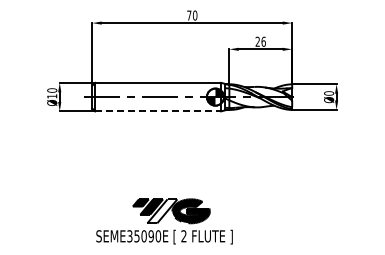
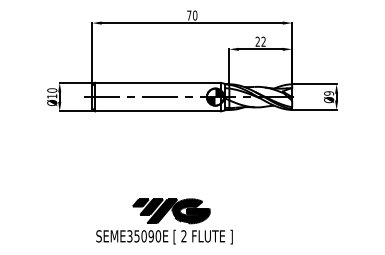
text at (263, 41): 26 -> 22
text at (329, 93): Ø0 -> Ø9
line at (158, 111): dashed -> solid
fill at (162, 211): none -> present
